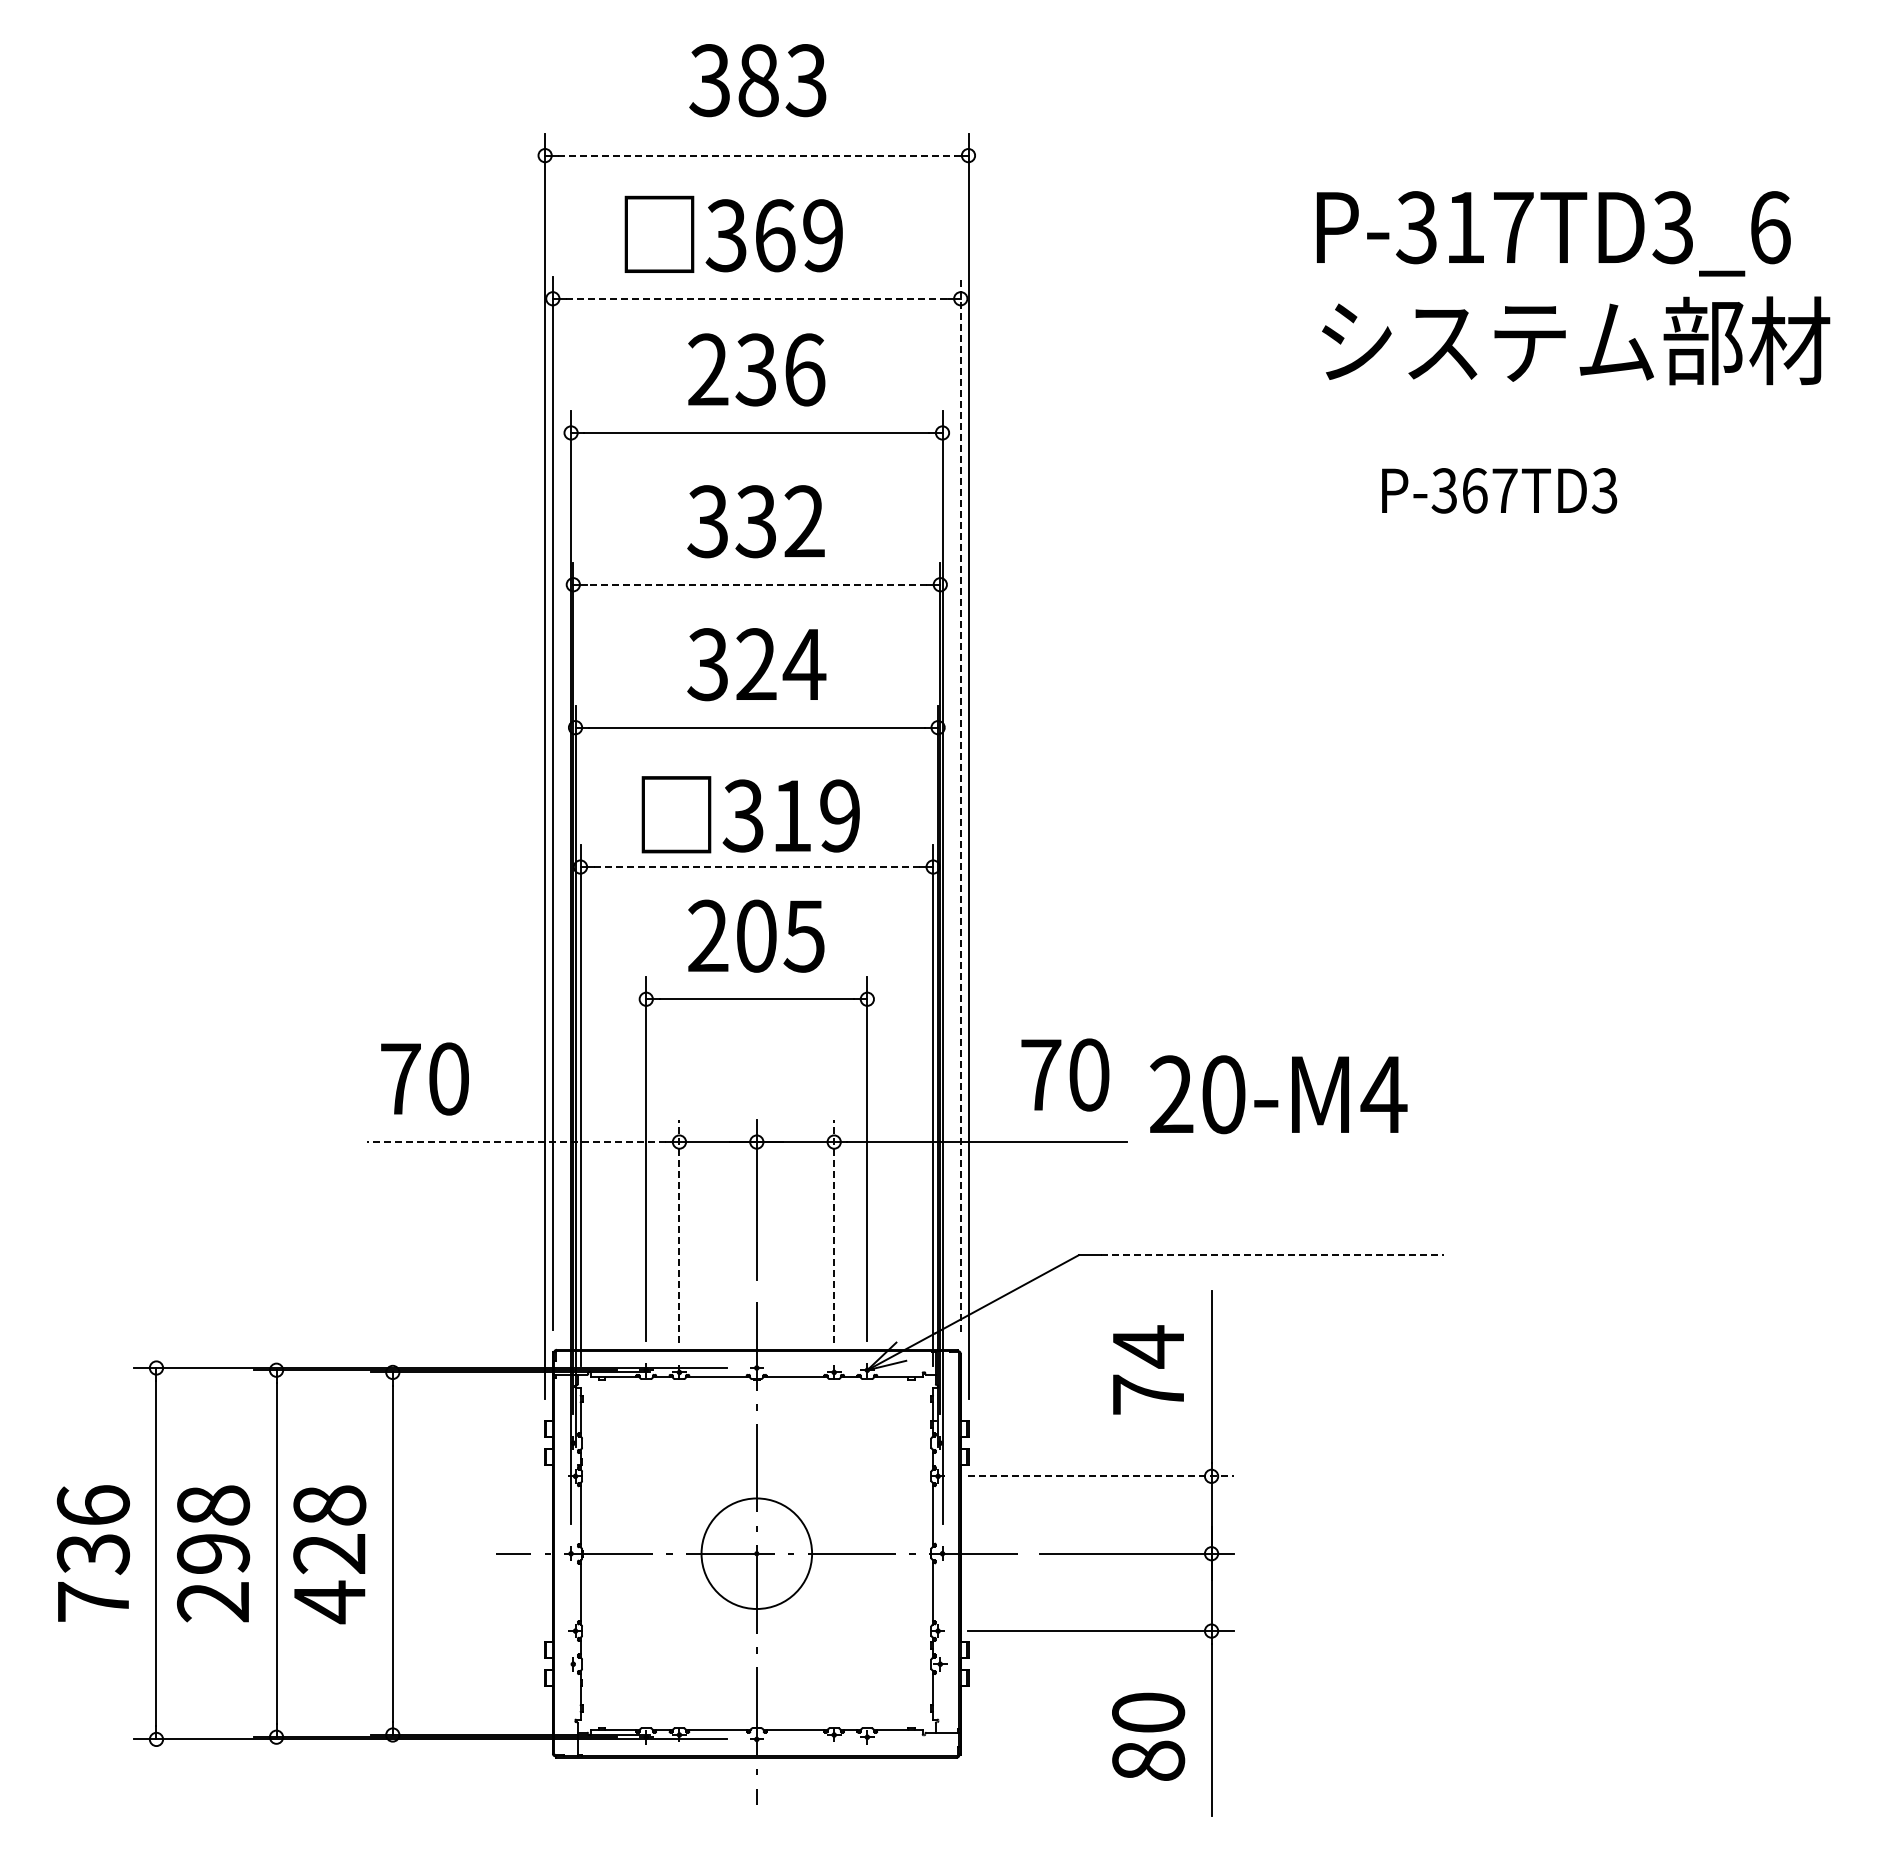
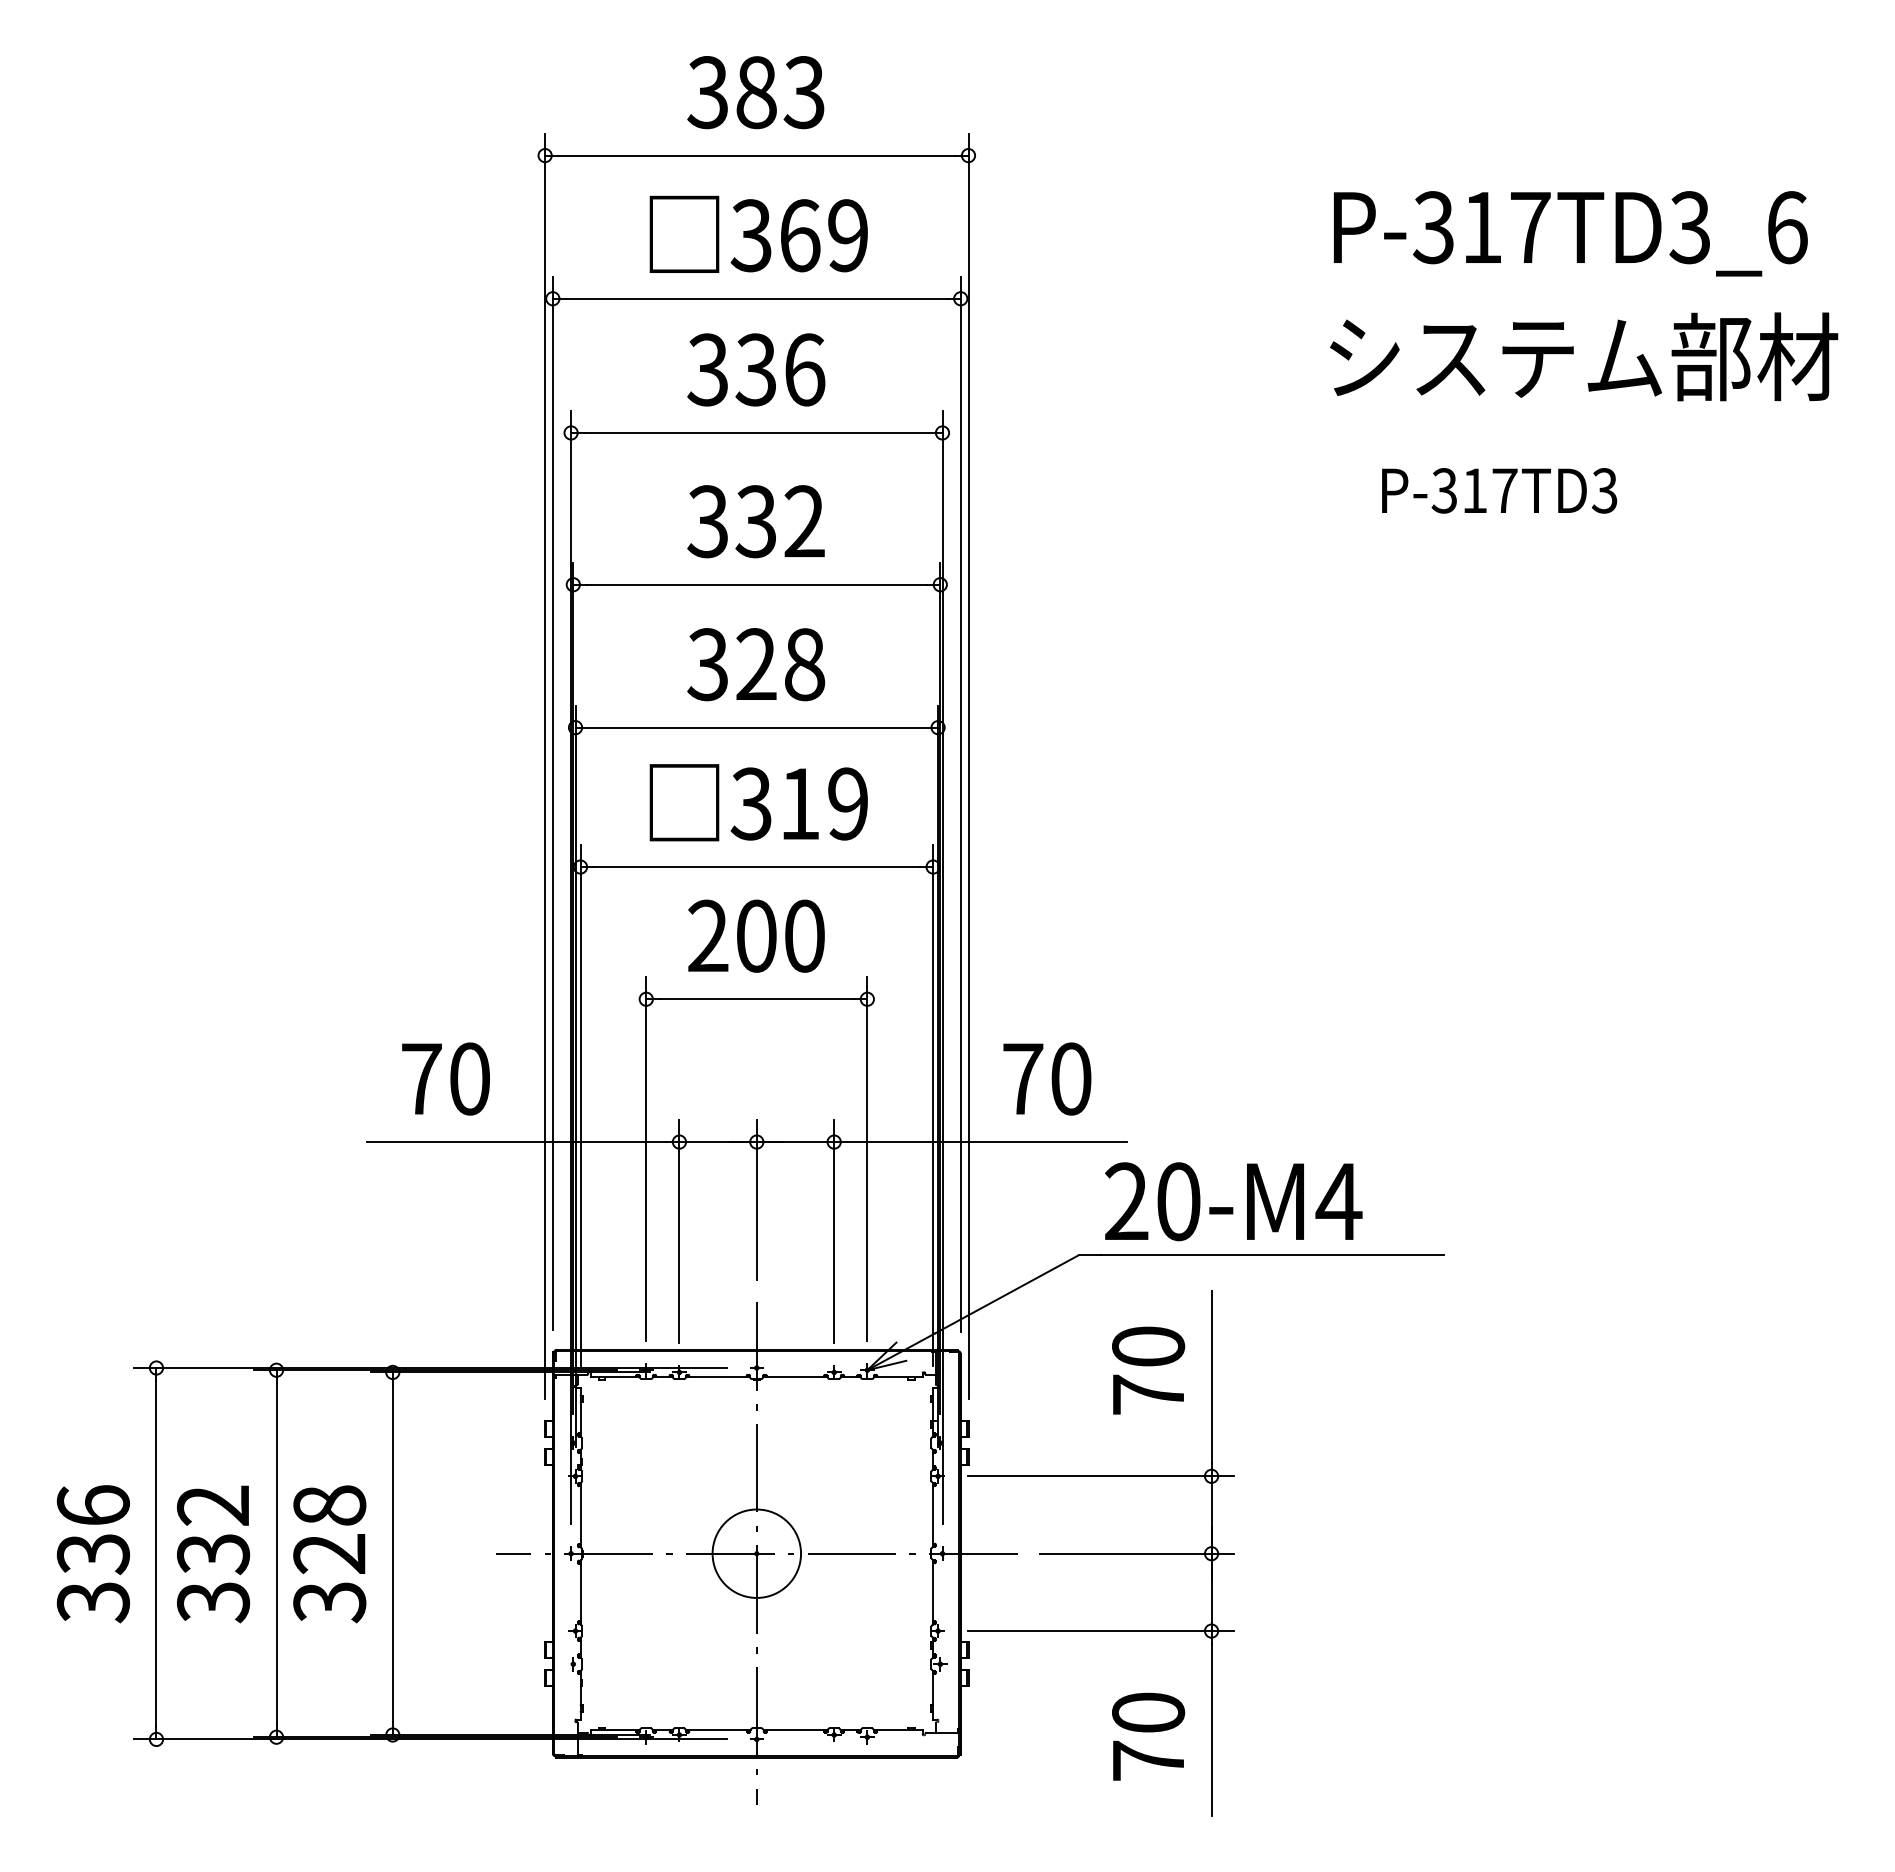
text at (757, 80) position: (757, 80) -> (755, 92)
line at (757, 155): dashed -> solid
text at (733, 233) position: (733, 233) -> (758, 233)
text at (1553, 233) position: (1553, 233) -> (1570, 233)
line at (756, 298): dashed -> solid
text at (1576, 340) position: (1576, 340) -> (1584, 356)
text at (707, 369): 236 -> 336
text at (1475, 490): P-367TD3 -> P-317TD3
line at (756, 584): dashed -> solid
text at (804, 664): 324 -> 328
line at (960, 803): dashed -> solid
text at (750, 814) position: (750, 814) -> (758, 802)
line at (757, 867): dashed -> solid
text at (803, 935): 205 -> 200
text at (1065, 1074) position: (1065, 1074) -> (1047, 1078)
text at (424, 1078) position: (424, 1078) -> (445, 1078)
text at (1278, 1094) position: (1278, 1094) -> (1233, 1201)
line at (516, 1142): dashed -> solid
line at (679, 1231): dashed -> solid
line at (834, 1231): dashed -> solid
line at (1272, 1255): dashed -> solid
text at (1148, 1346): 74 -> 70
line at (1101, 1476): dashed -> solid
circle at (756, 1553) diameter: 111 px -> 88 px
text at (213, 1554): 298 -> 332
text at (93, 1602): 736 -> 336
text at (329, 1602): 428 -> 328
text at (1148, 1760): 80 -> 70
